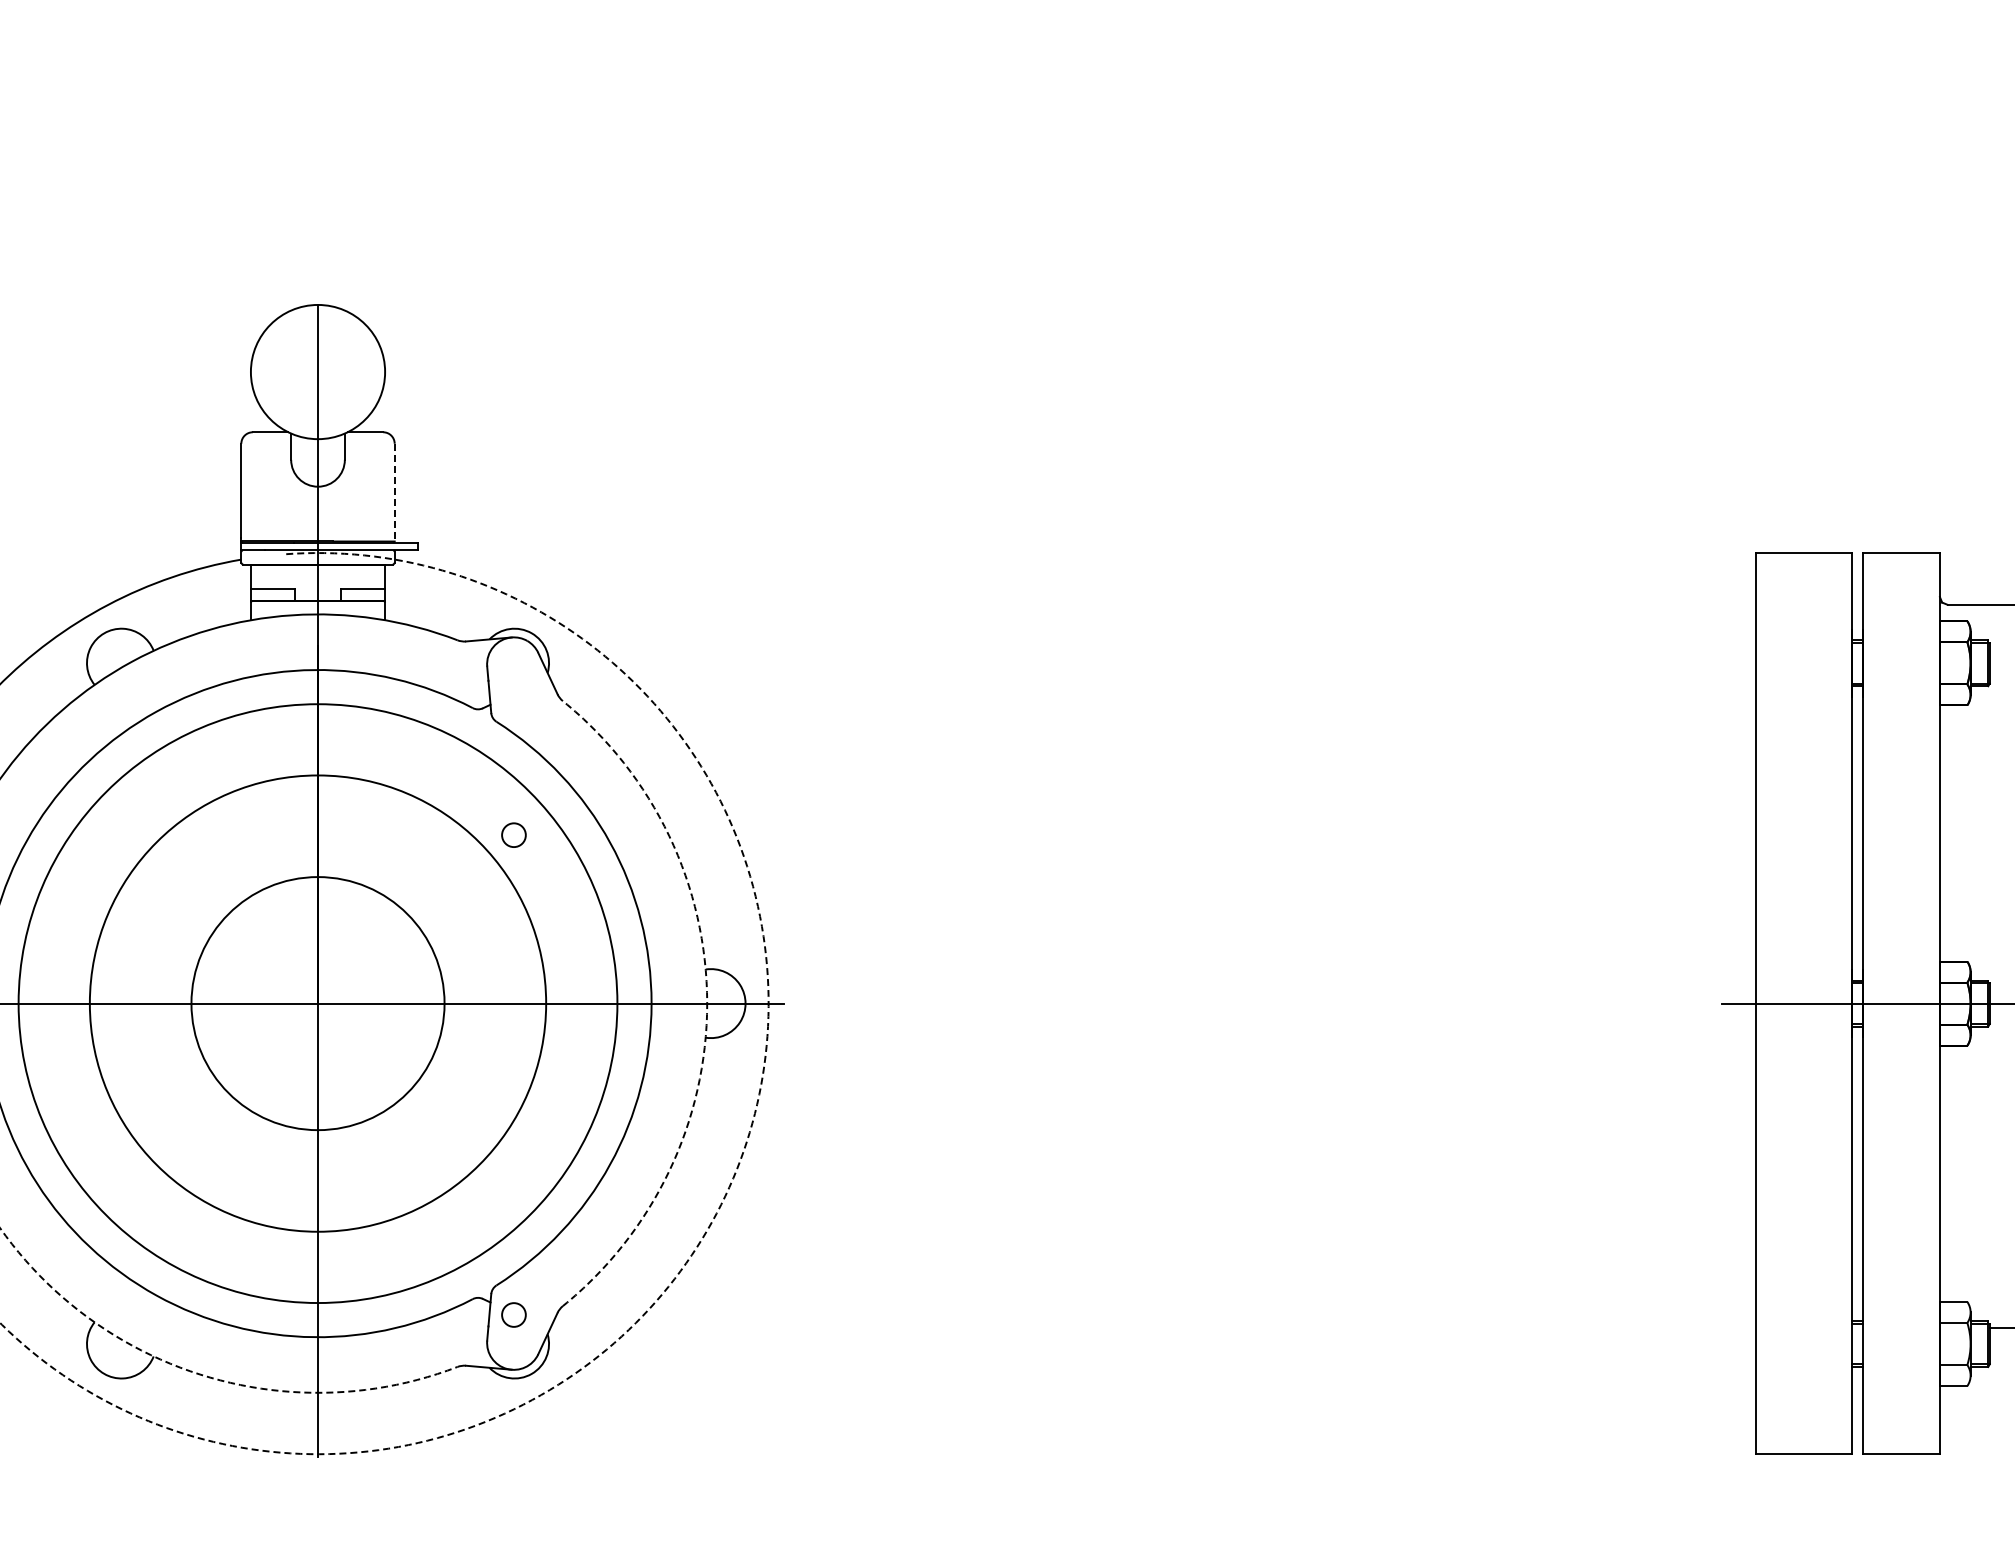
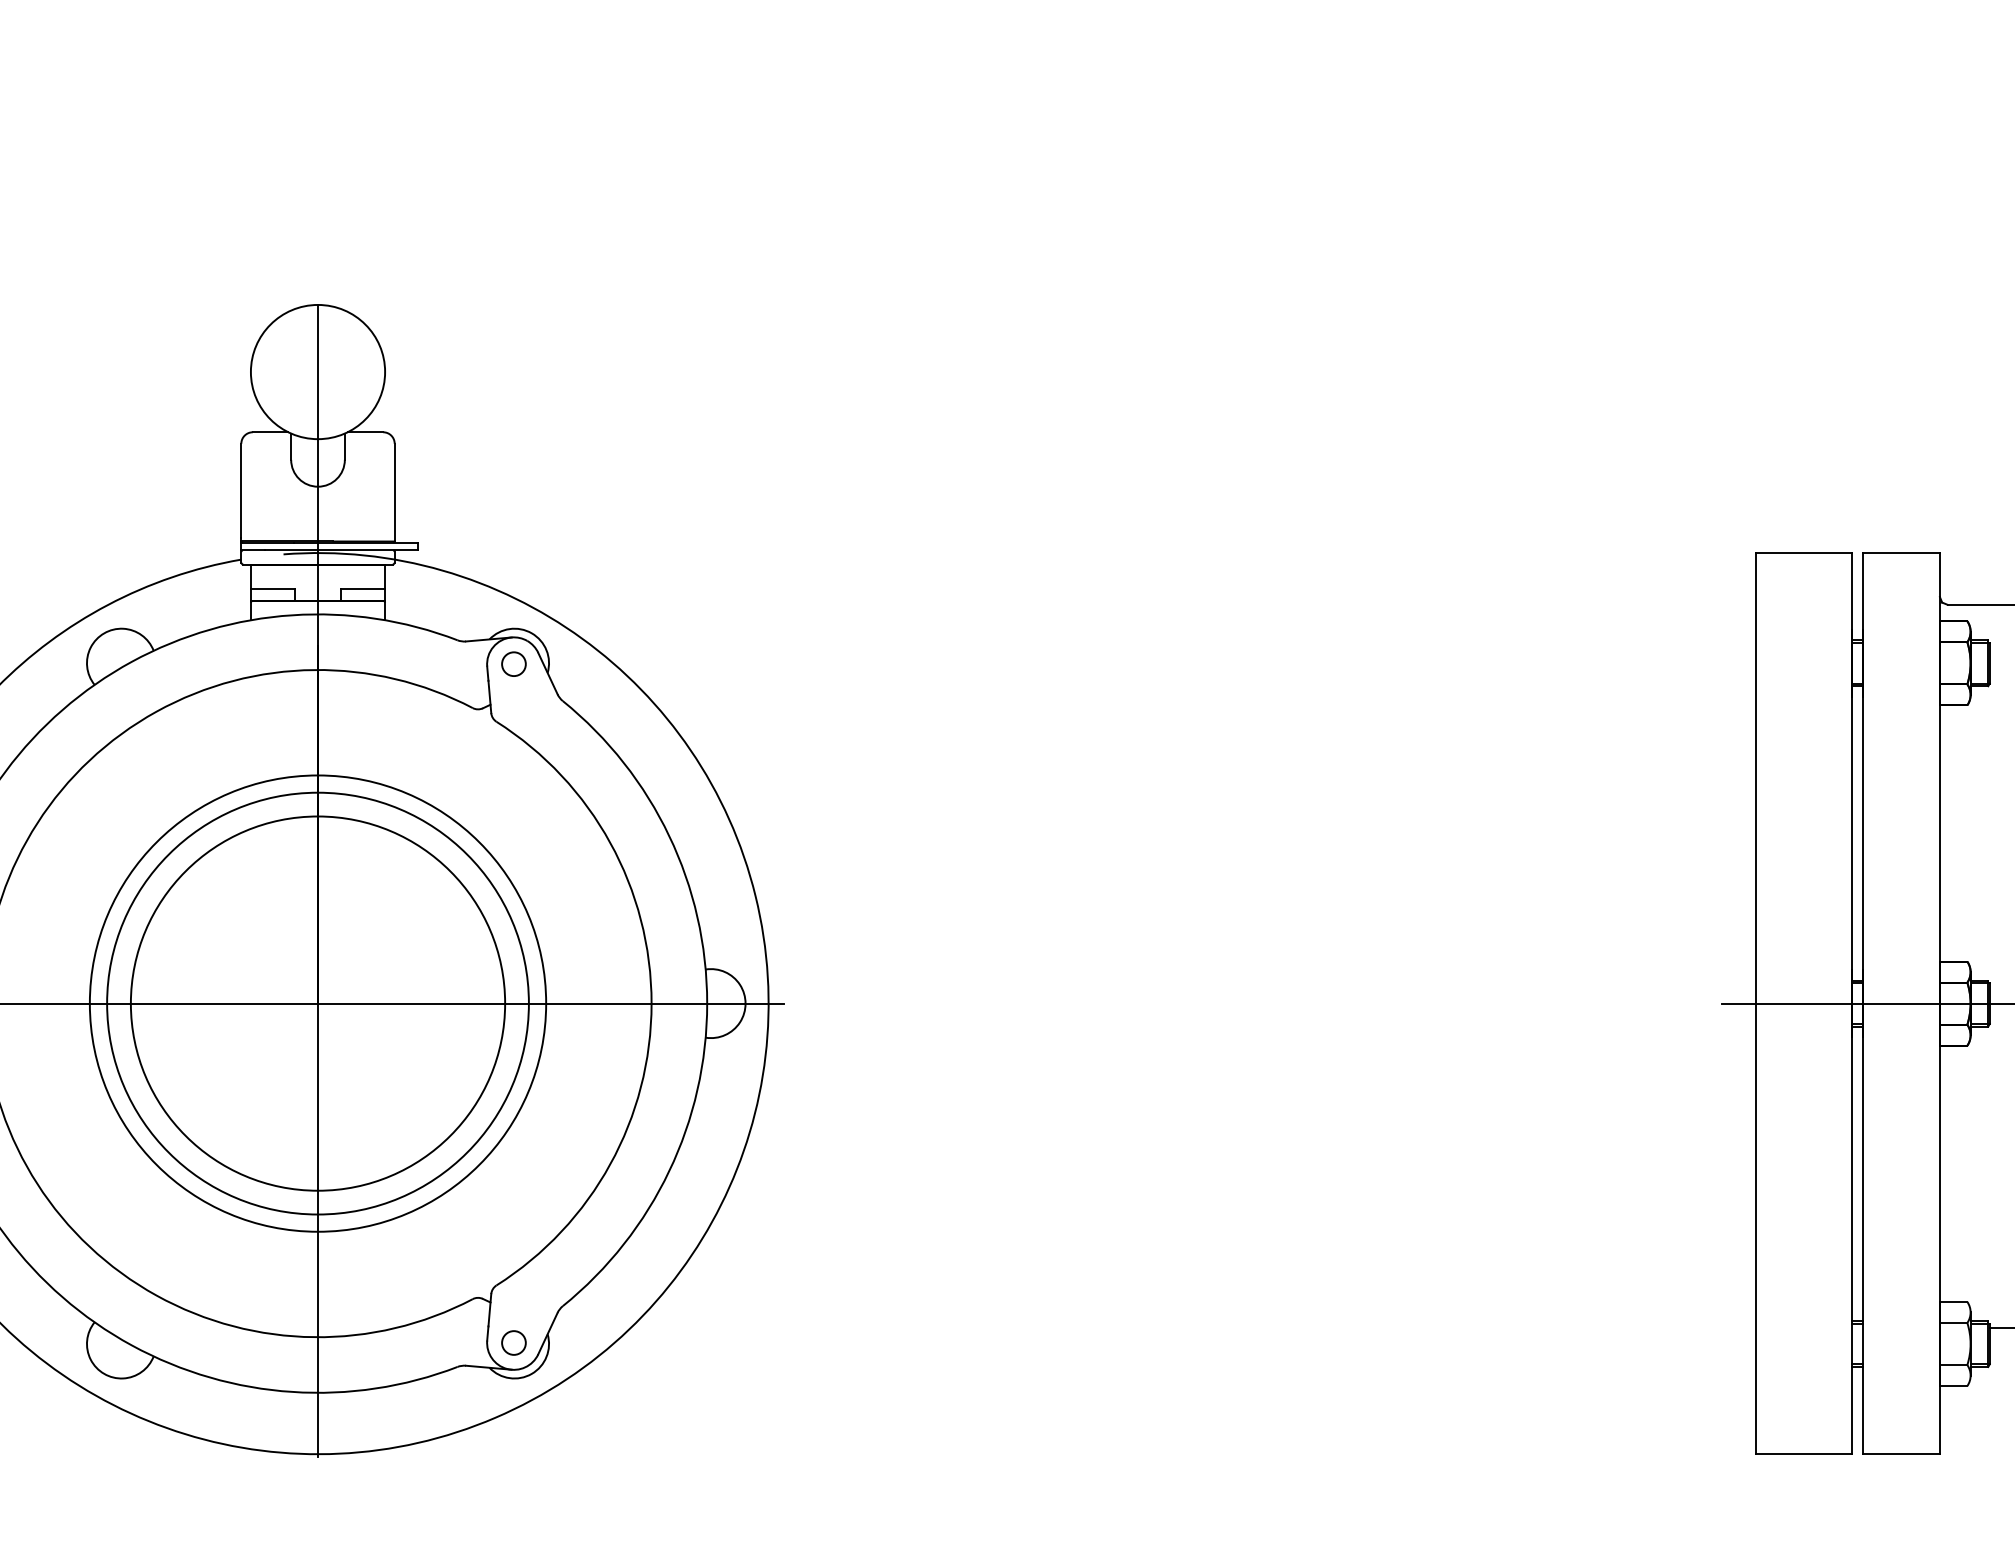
line at (394, 492): dashed -> solid
circle at (513, 834) position: (513, 834) -> (513, 663)
circle at (317, 1003) diameter: 253 px -> 422 px
circle at (317, 1003) diameter: 599 px -> 374 px
arc at (707, 1003): dashed -> solid
arc at (740, 1159): dashed -> solid
circle at (513, 1314) position: (513, 1314) -> (513, 1342)
arc at (203, 1375): dashed -> solid
